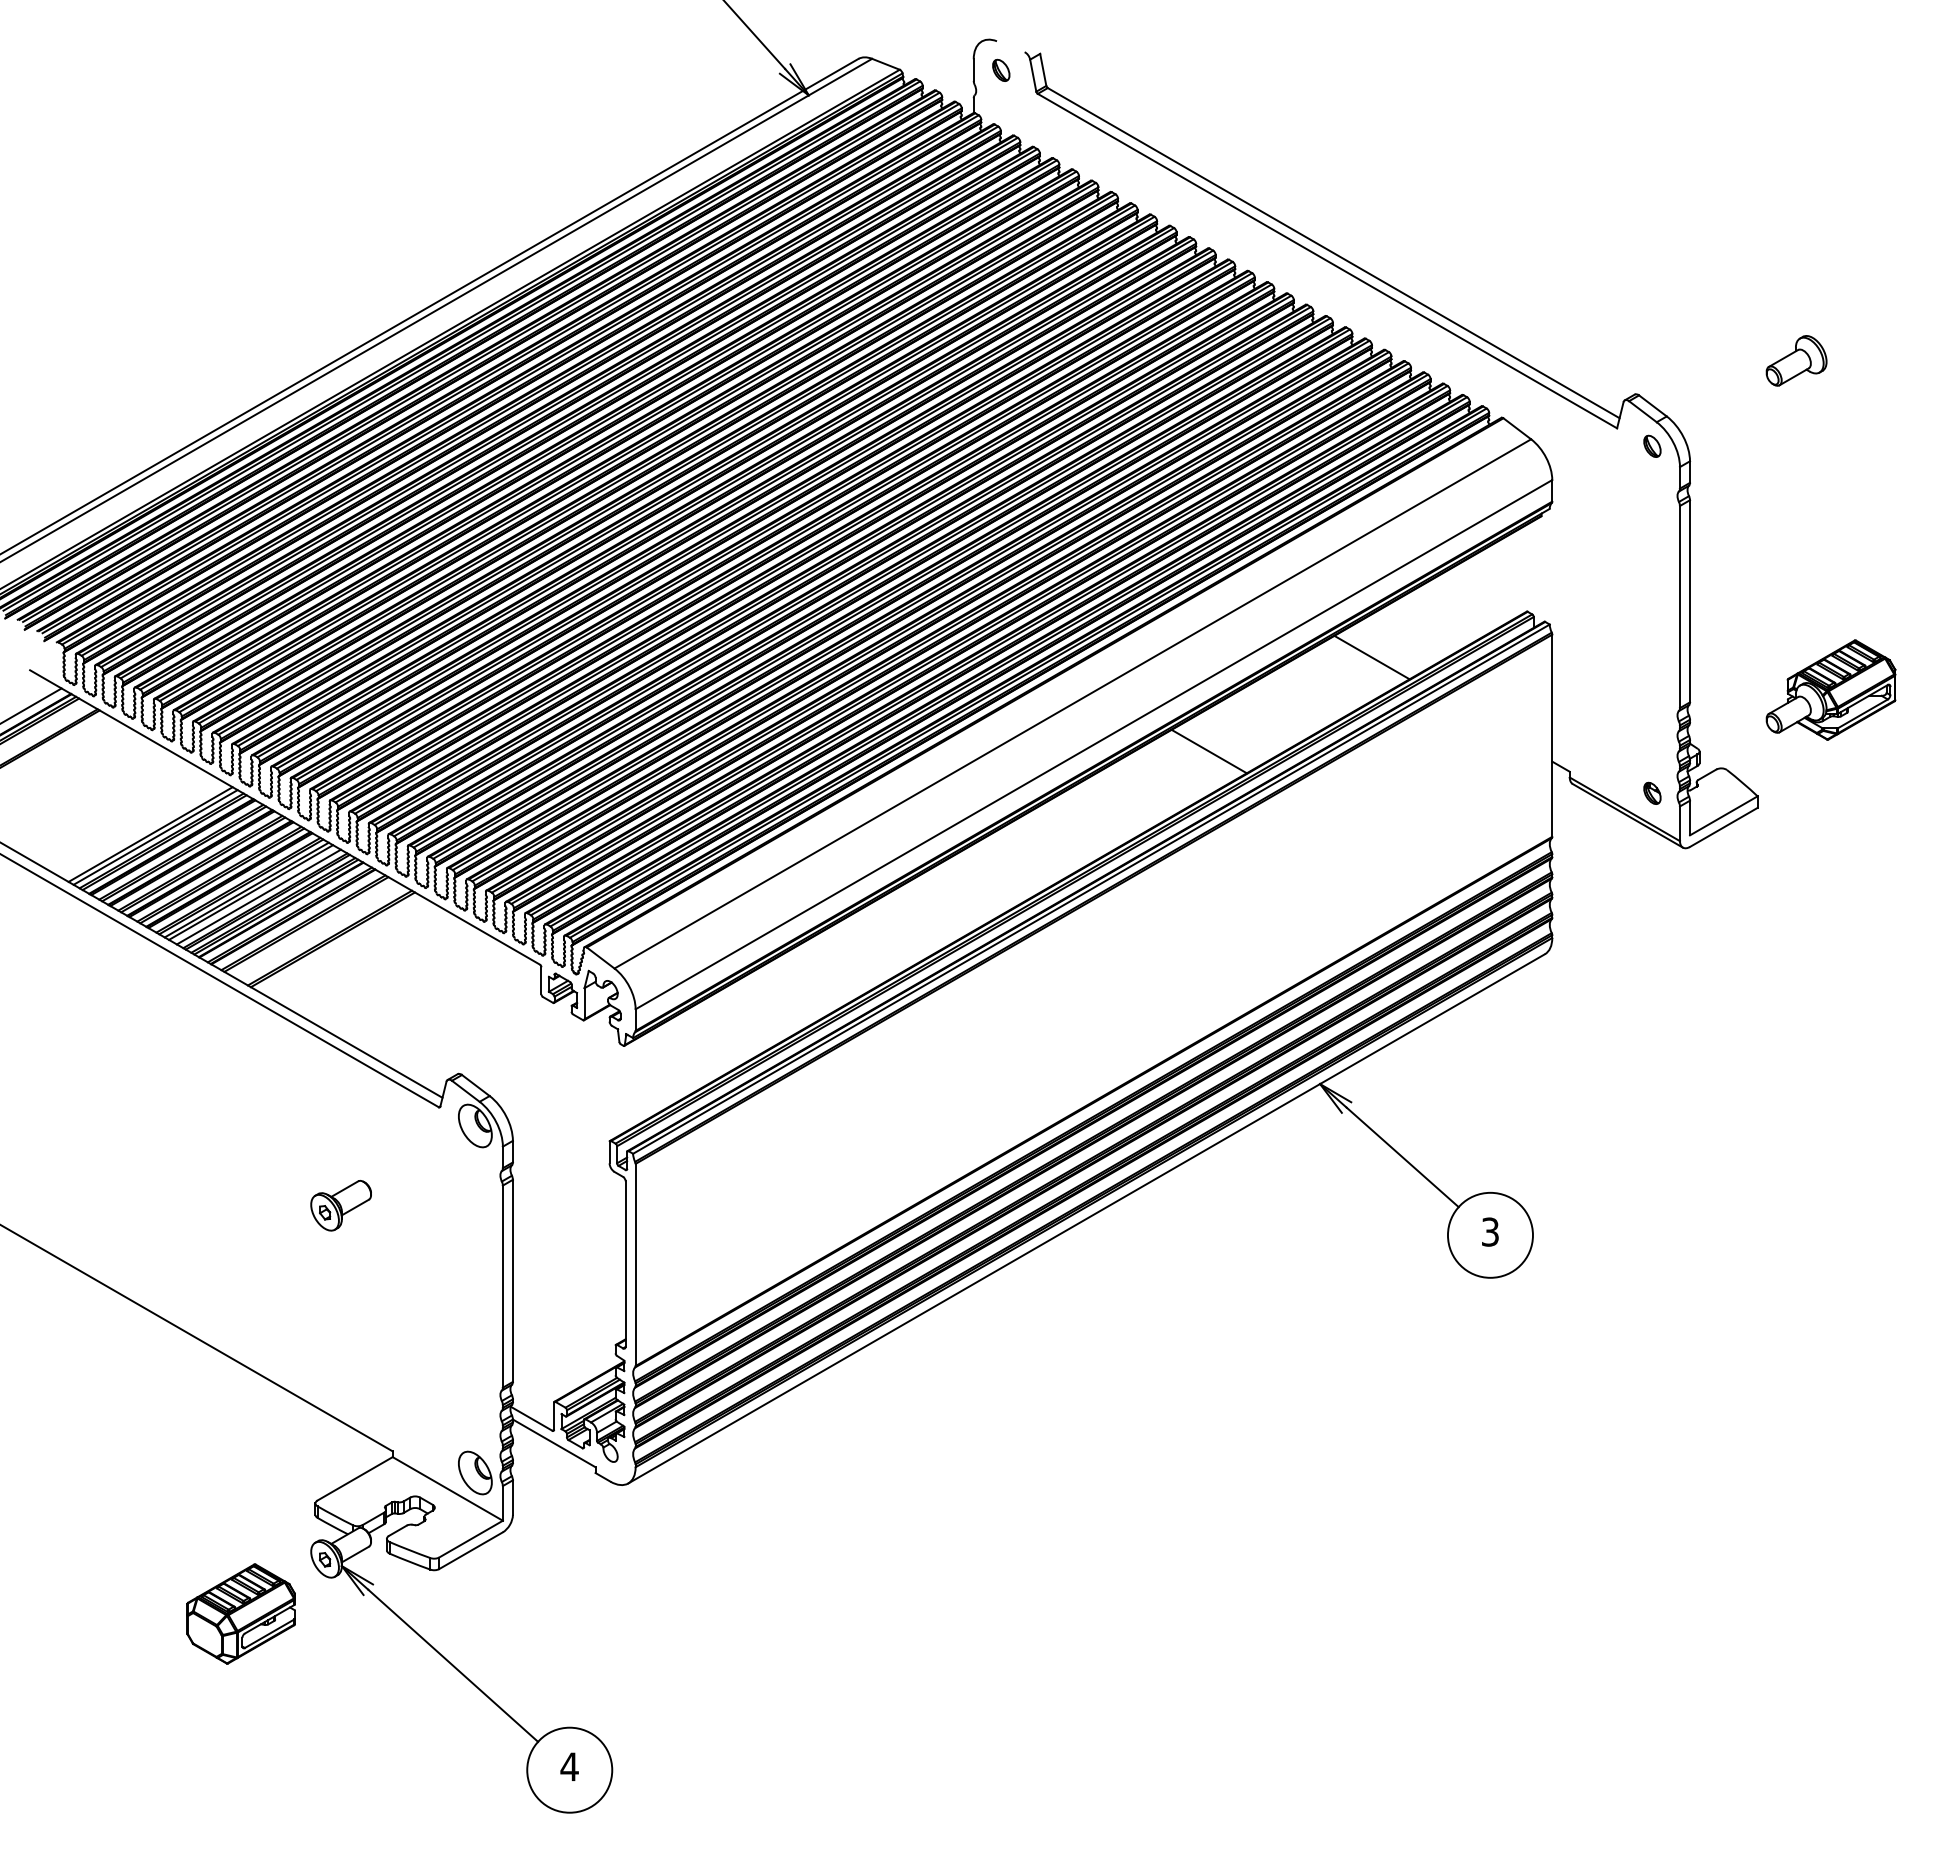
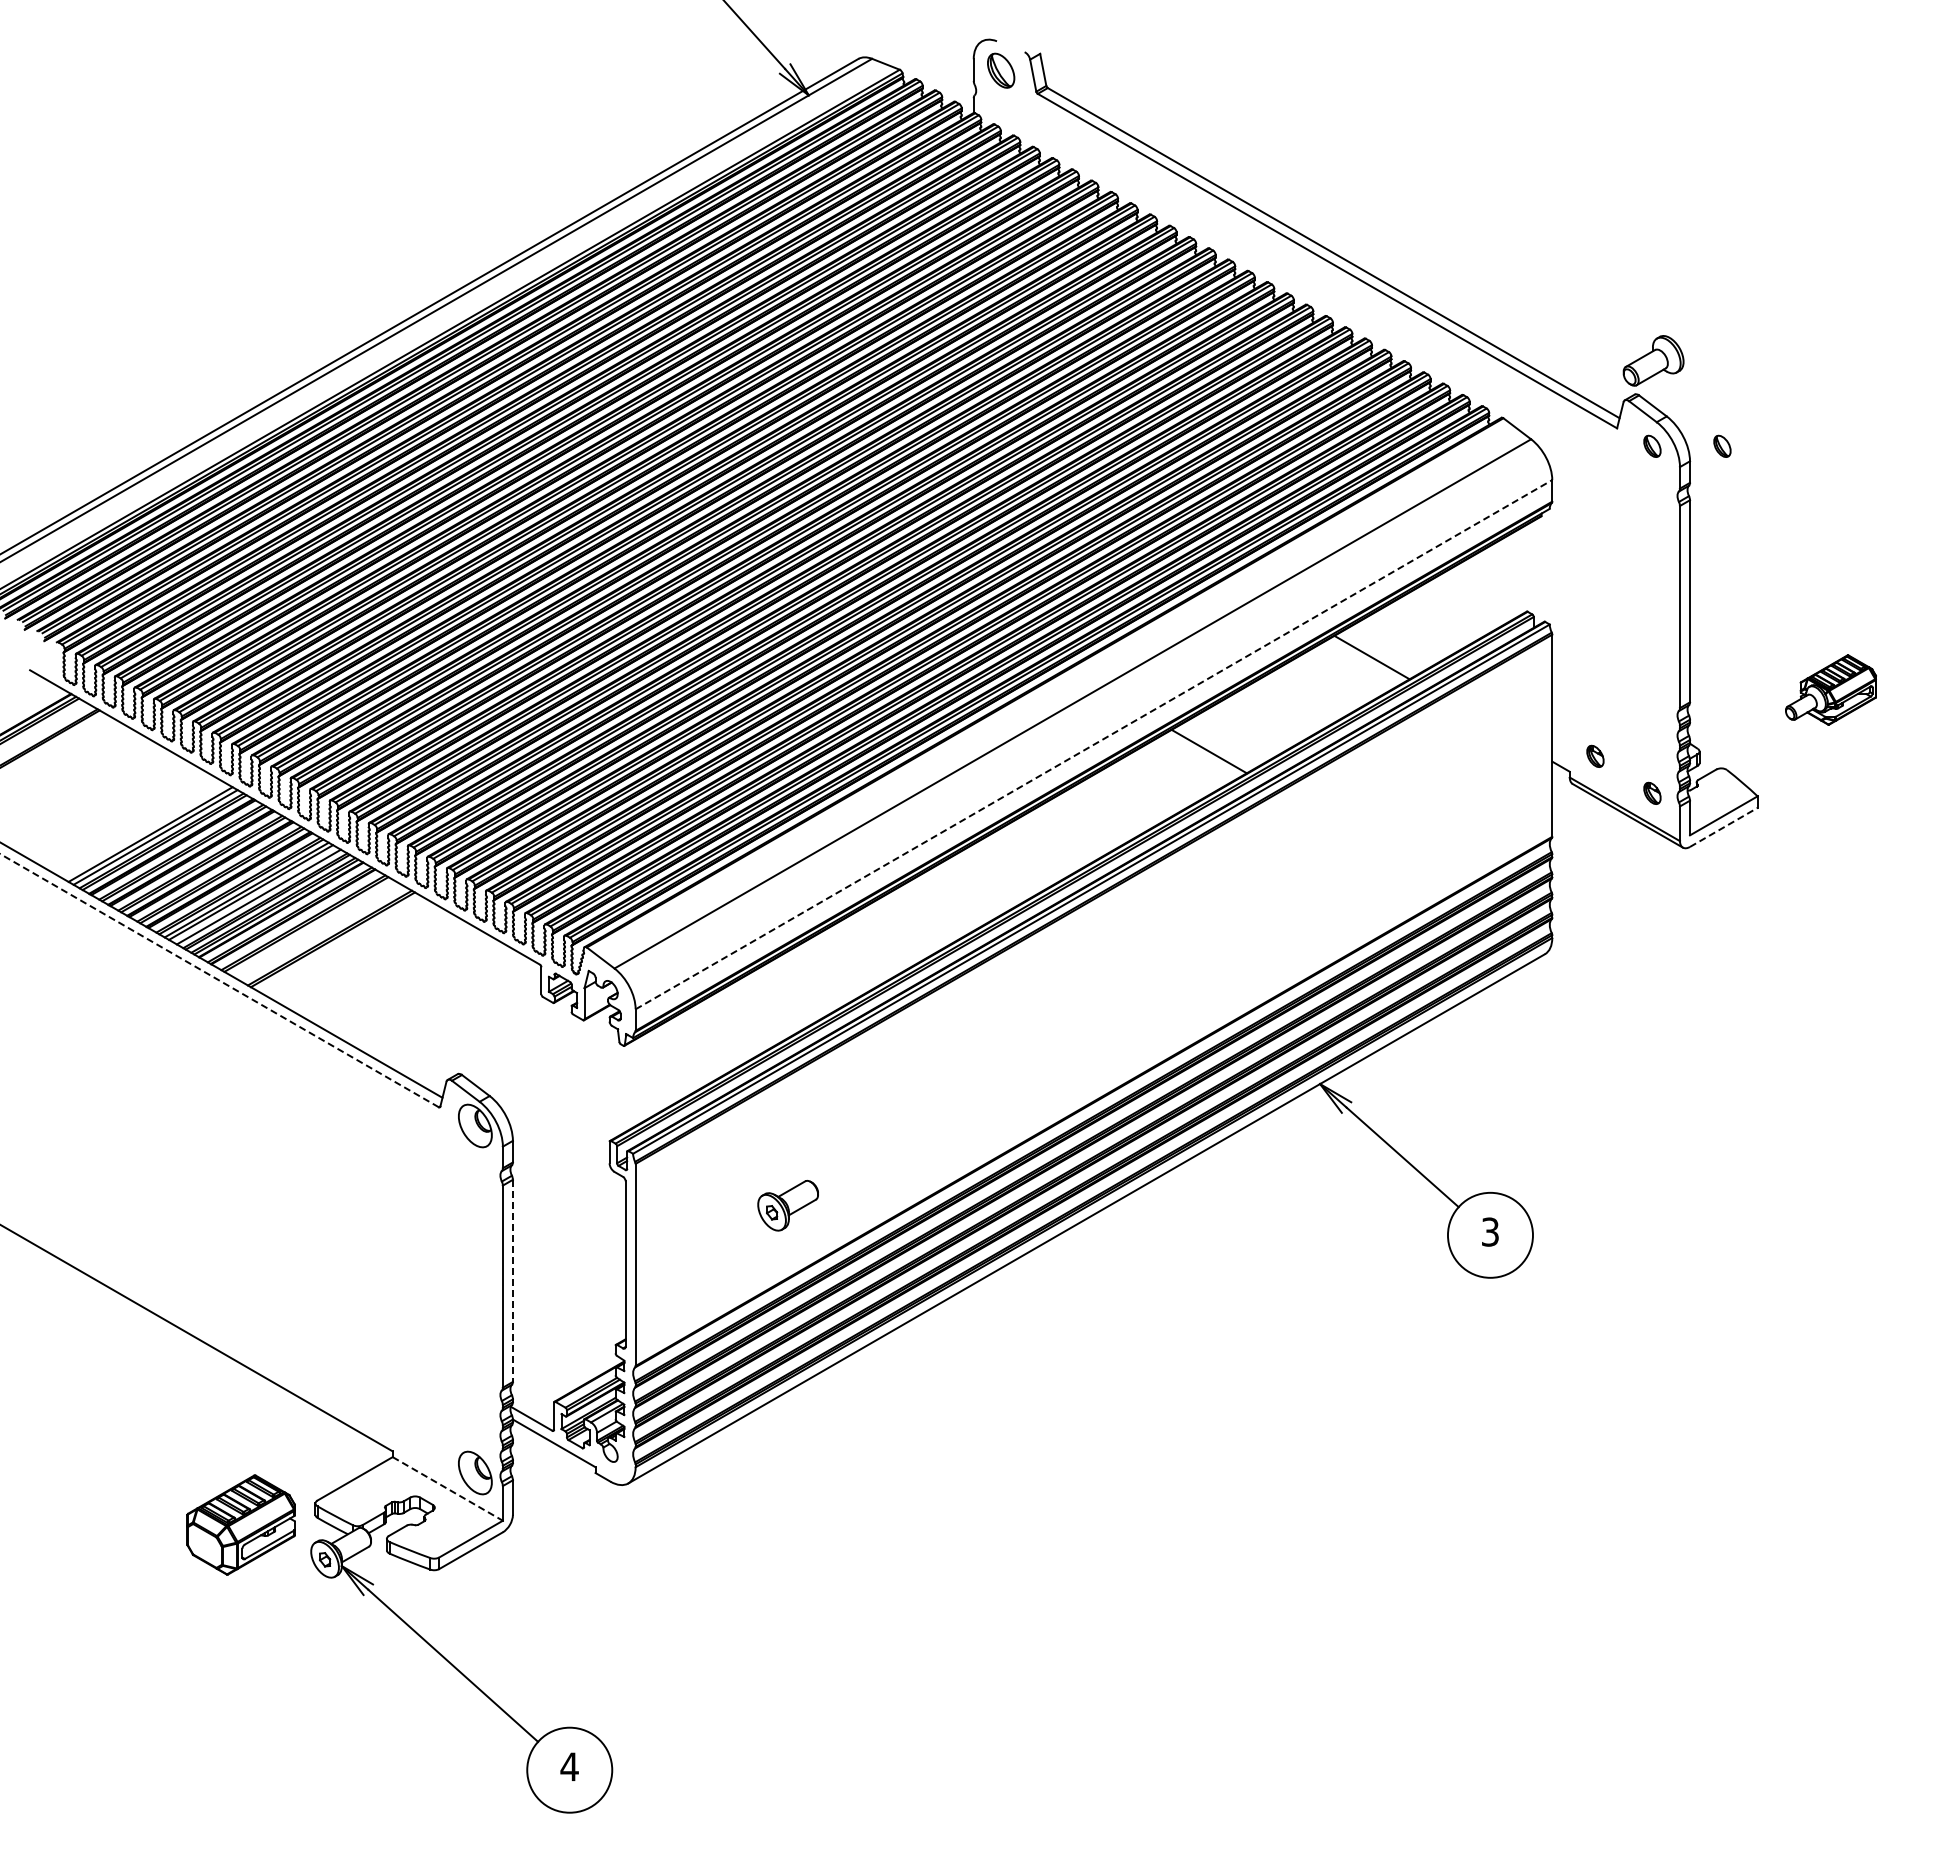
part at (1001, 69) size: 19x24 px -> 29x37 px
part at (1796, 360) position: (1796, 360) -> (1653, 360)
part at (1722, 445): none -> present
part at (1830, 689) size: 132x102 px -> 92x72 px
line at (31, 705): present -> none
line at (1094, 744): solid -> dashed
part at (1595, 755): none -> present
line at (1724, 827): solid -> dashed
line at (219, 980): solid -> dashed
part at (340, 1205) position: (340, 1205) -> (787, 1205)
line at (512, 1281): solid -> dashed
line at (447, 1488): solid -> dashed
part at (240, 1613) position: (240, 1613) -> (240, 1524)
